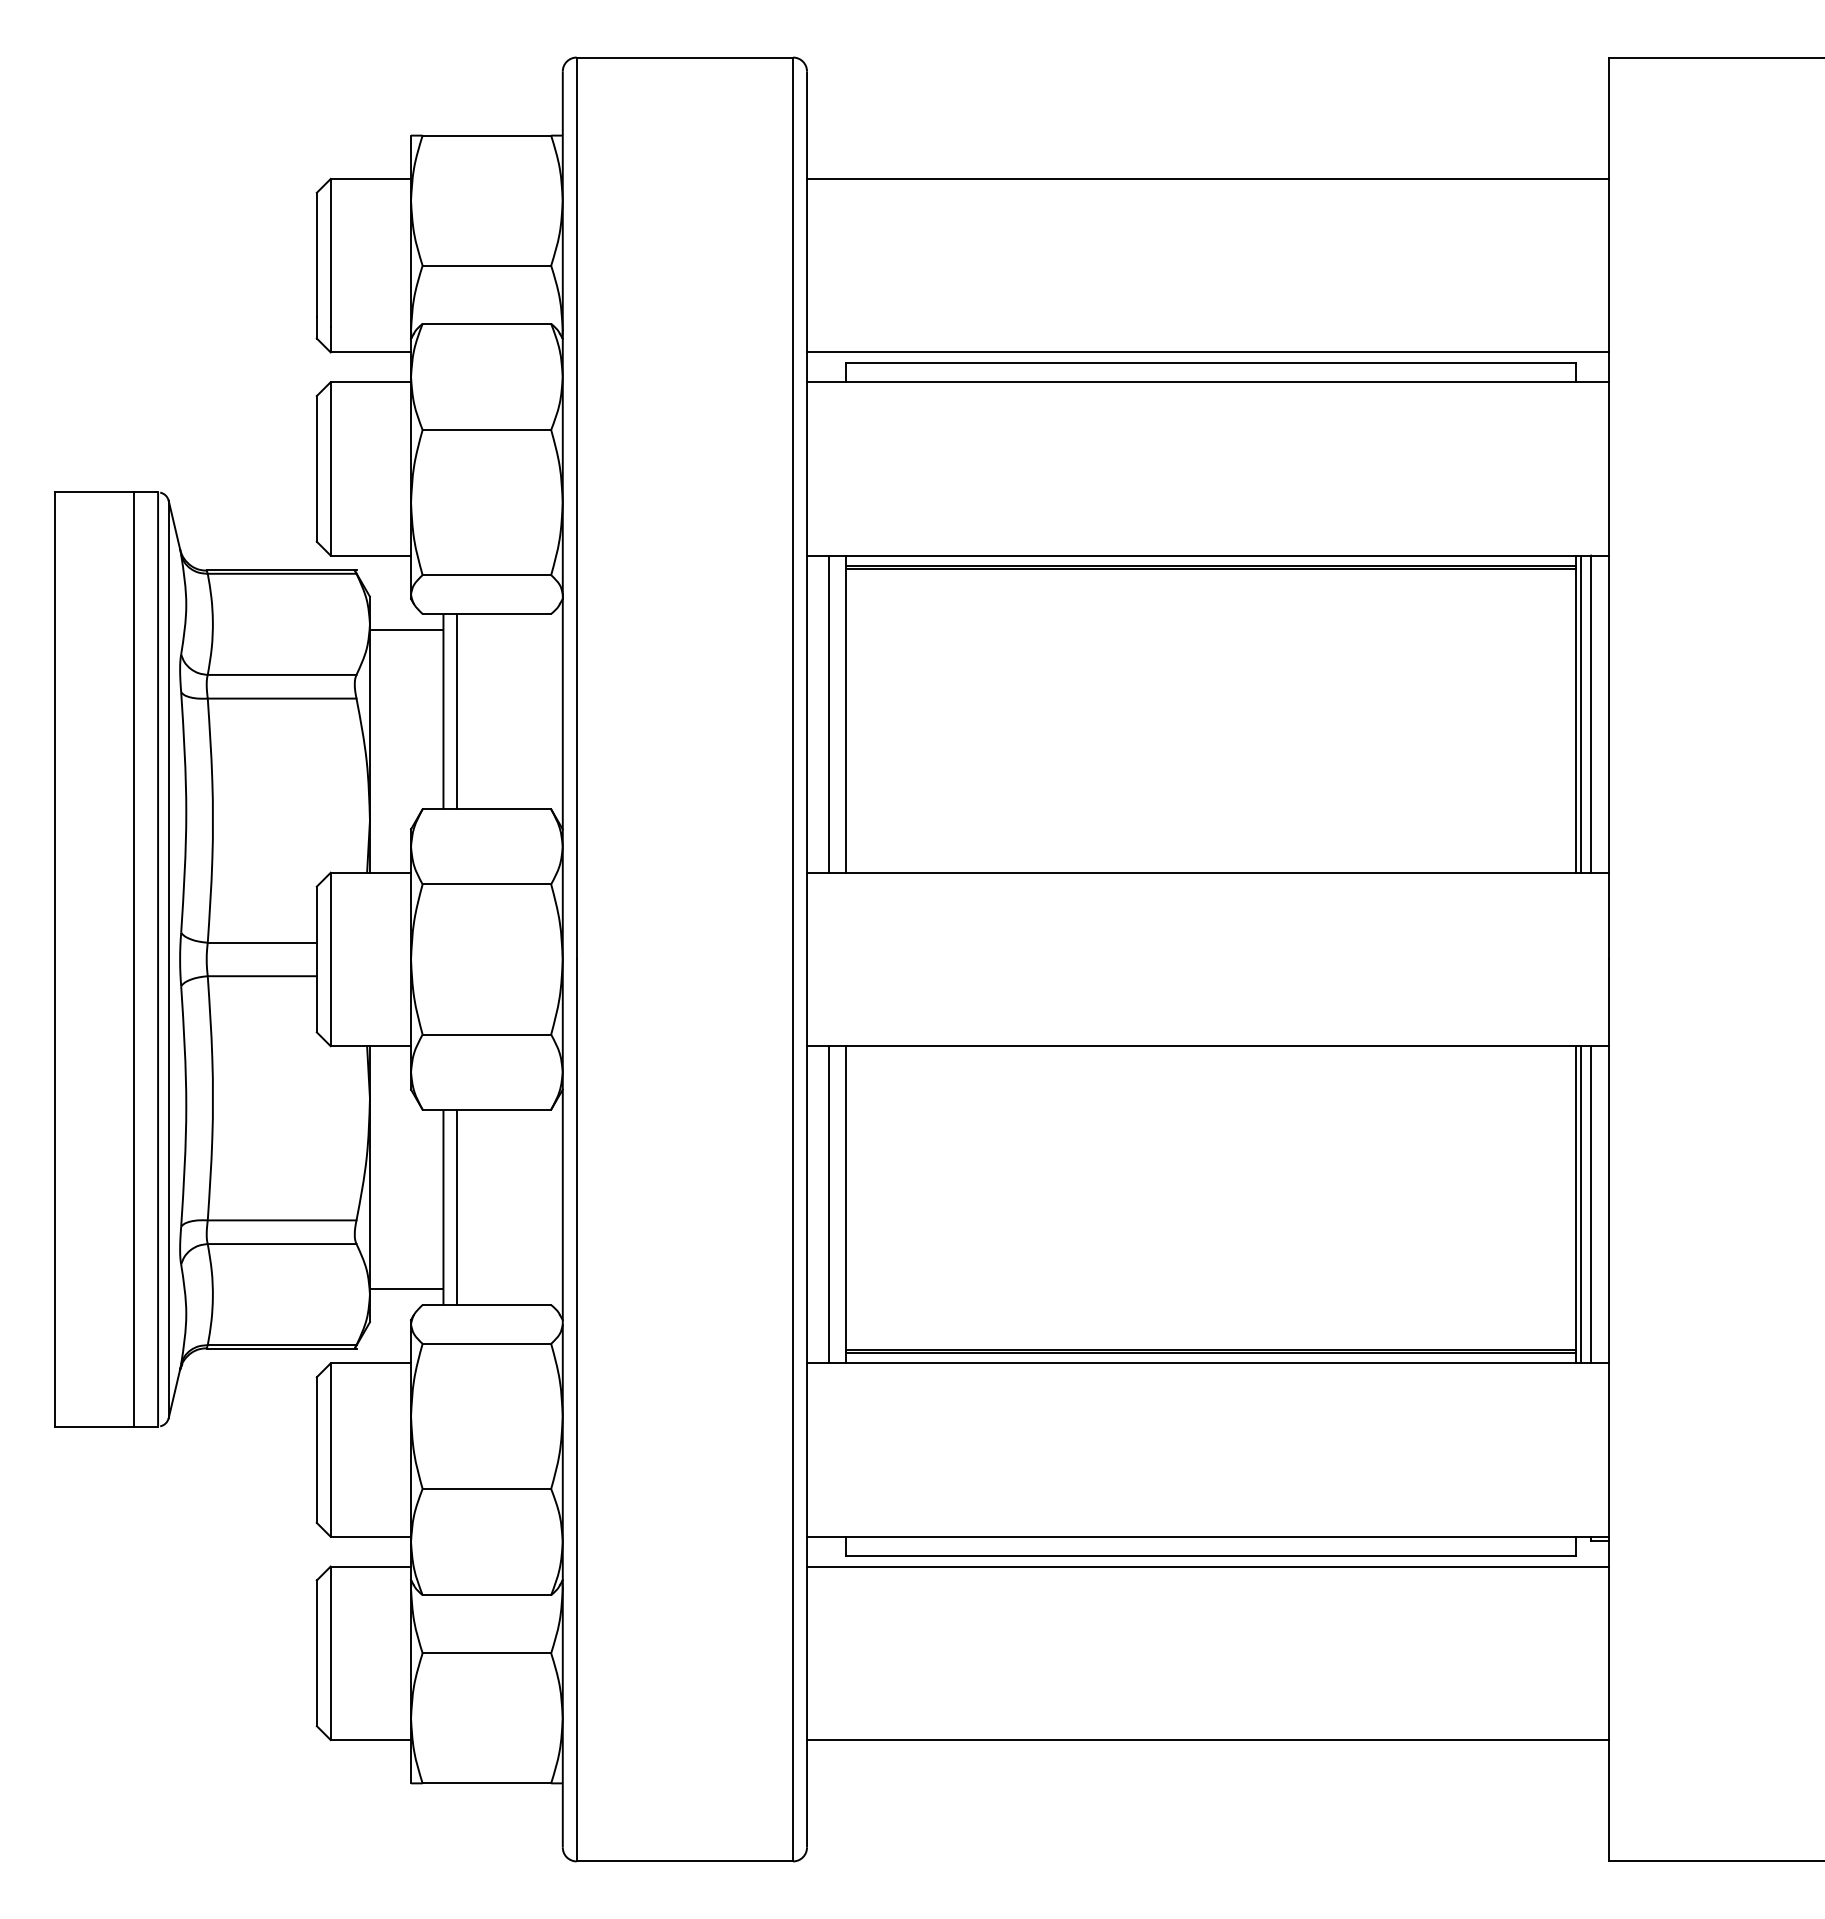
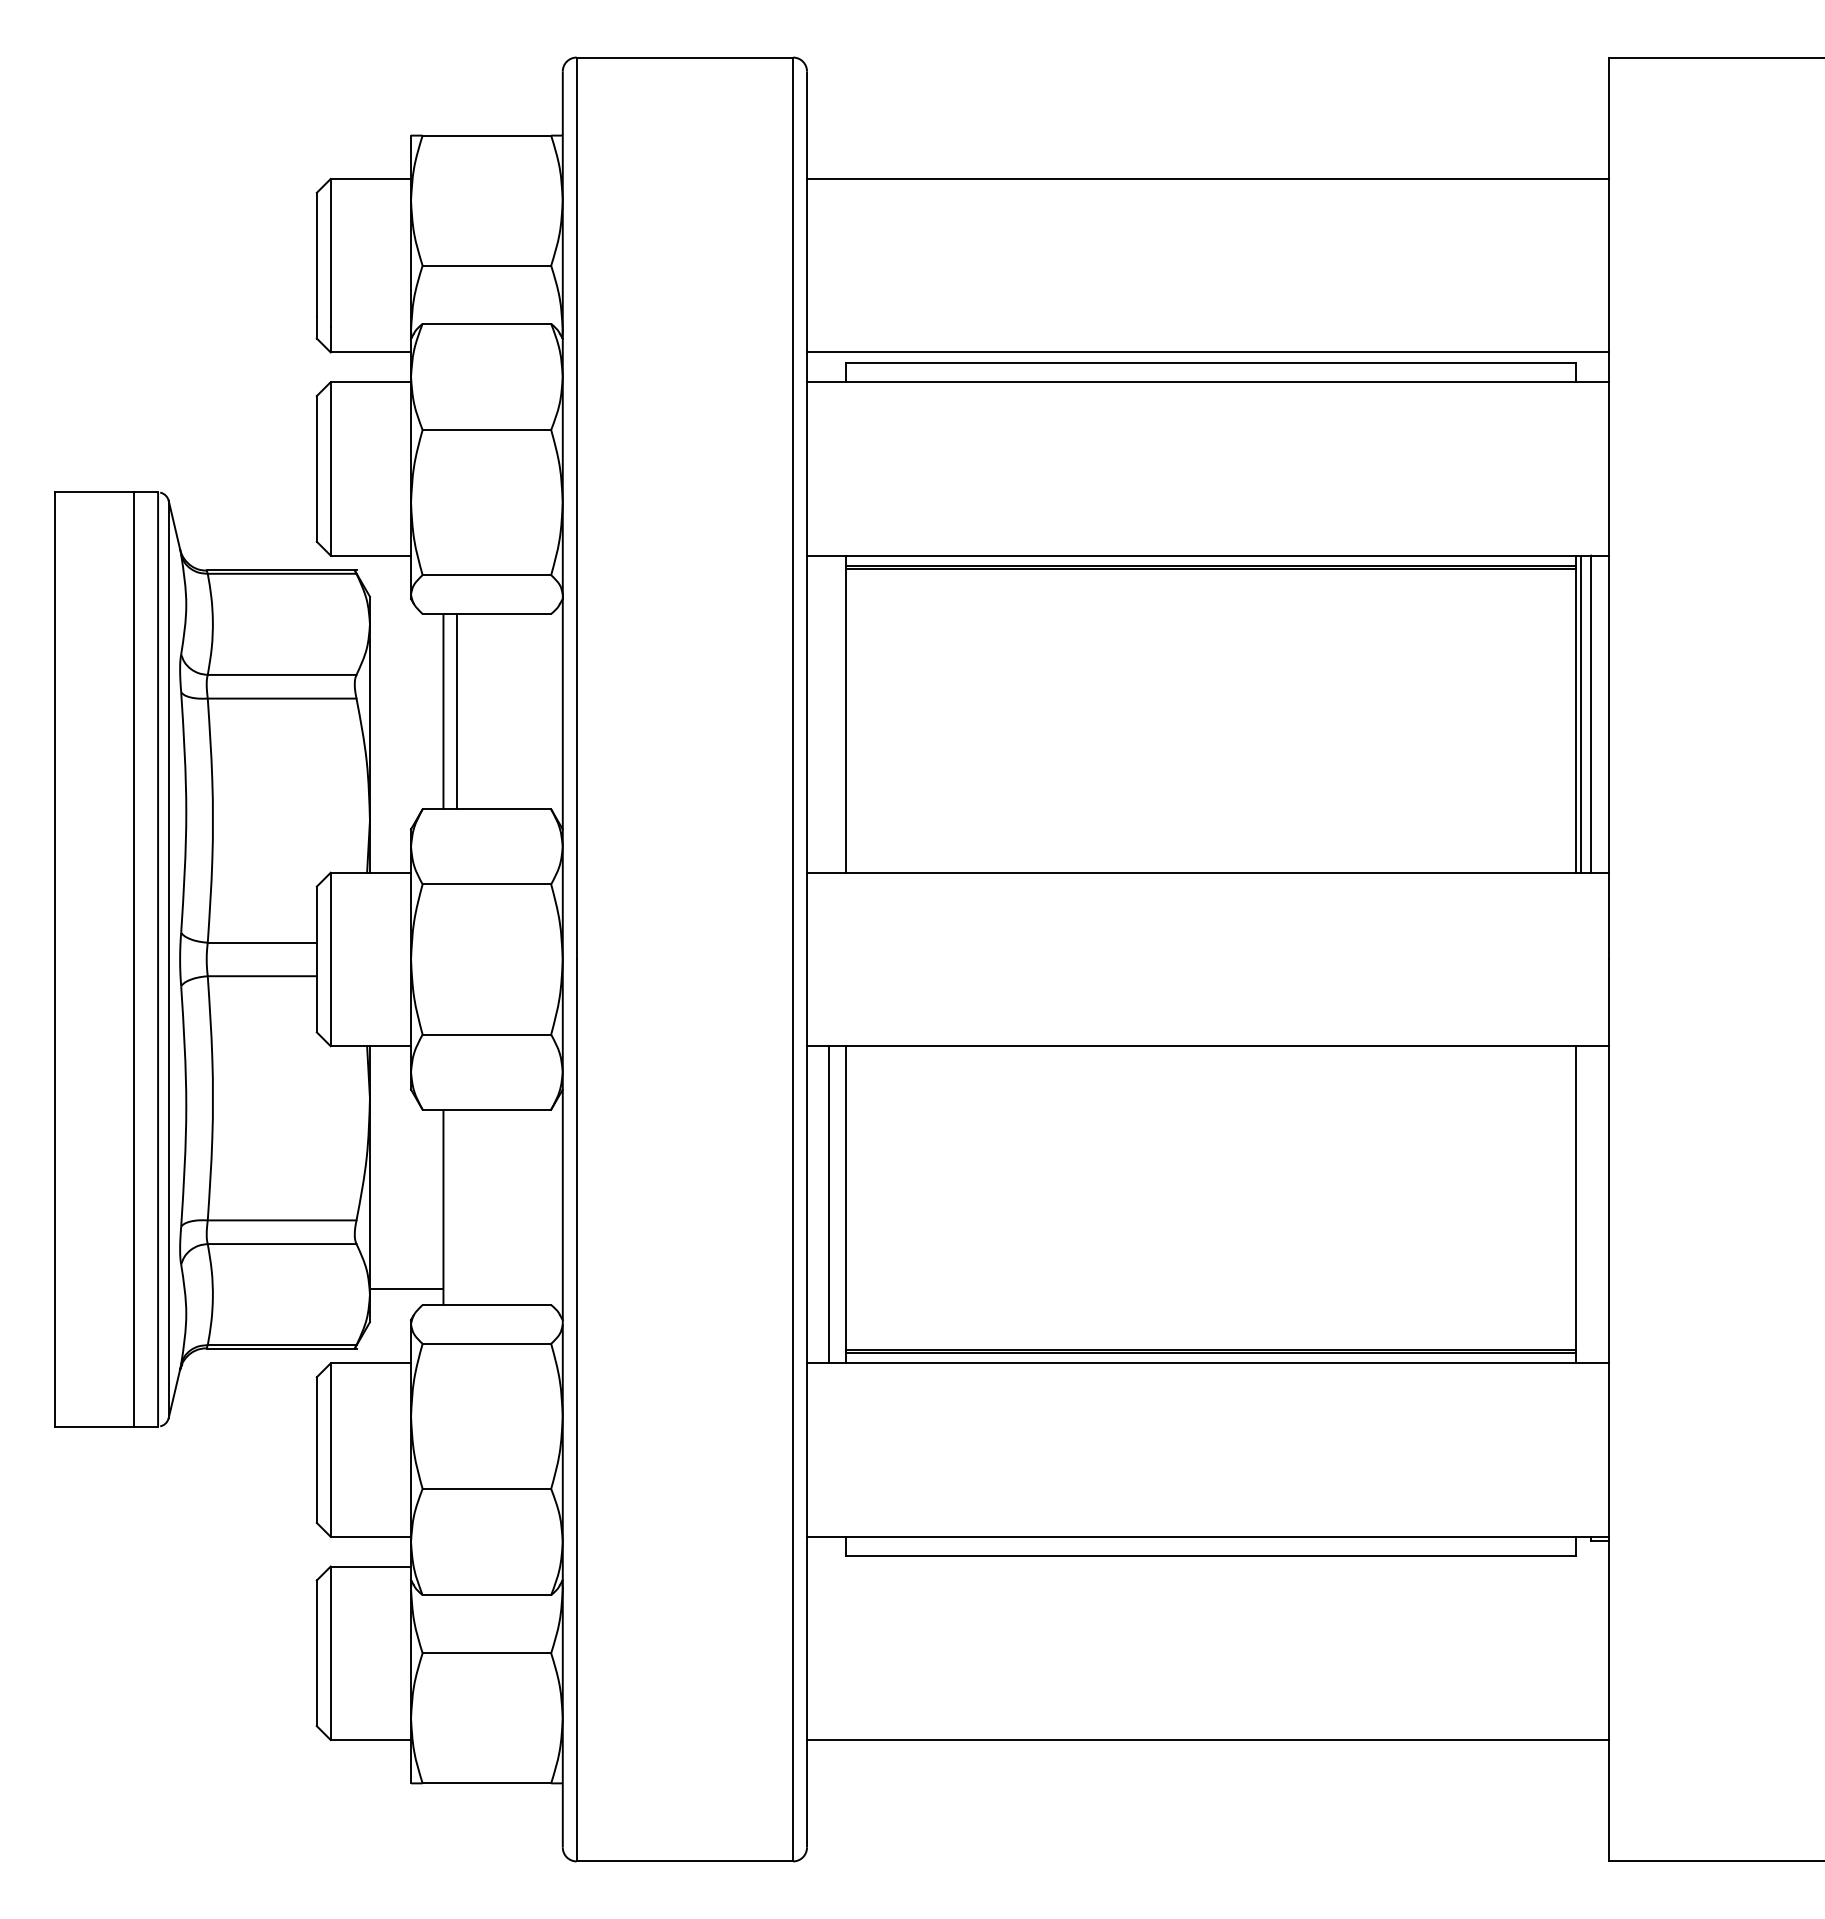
line at (406, 630): present -> none
line at (828, 713): present -> none
line at (1580, 1204): present -> none
line at (1591, 1204): present -> none
line at (457, 1206): present -> none
line at (1207, 1566): present -> none
